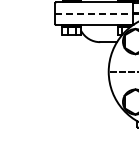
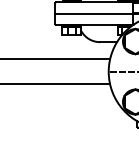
line at (94, 13): dashed -> solid
line at (56, 59): none -> present
line at (56, 84): none -> present
